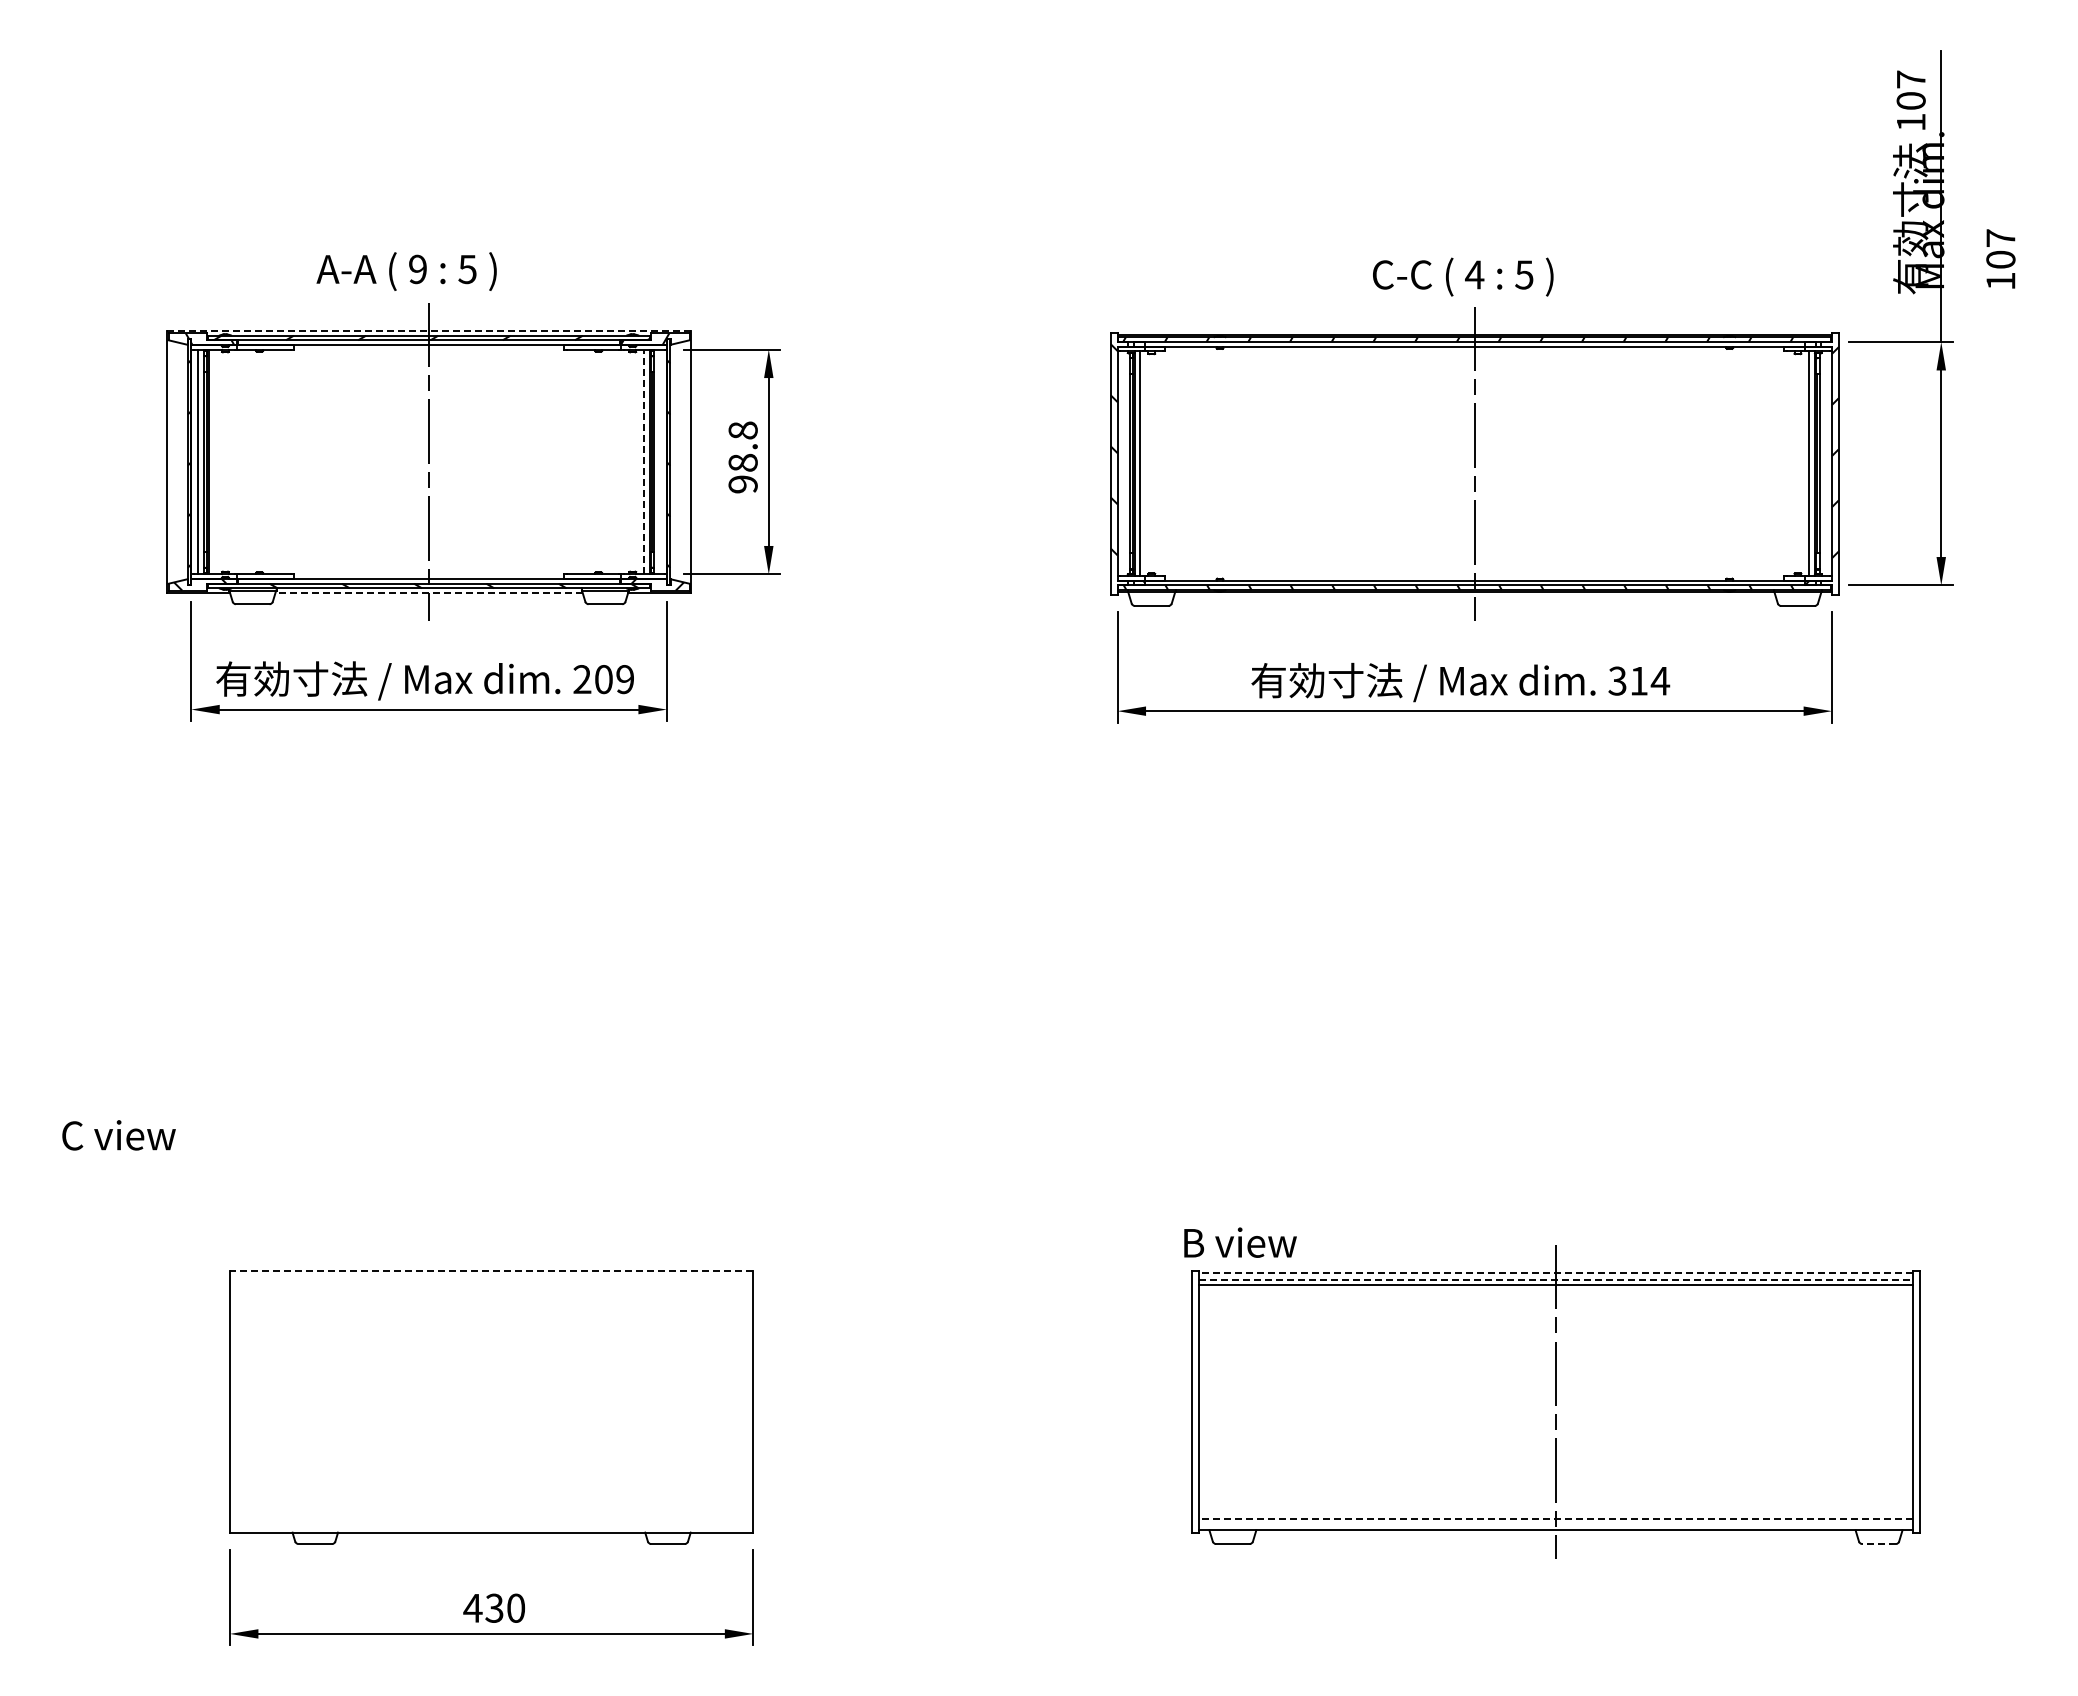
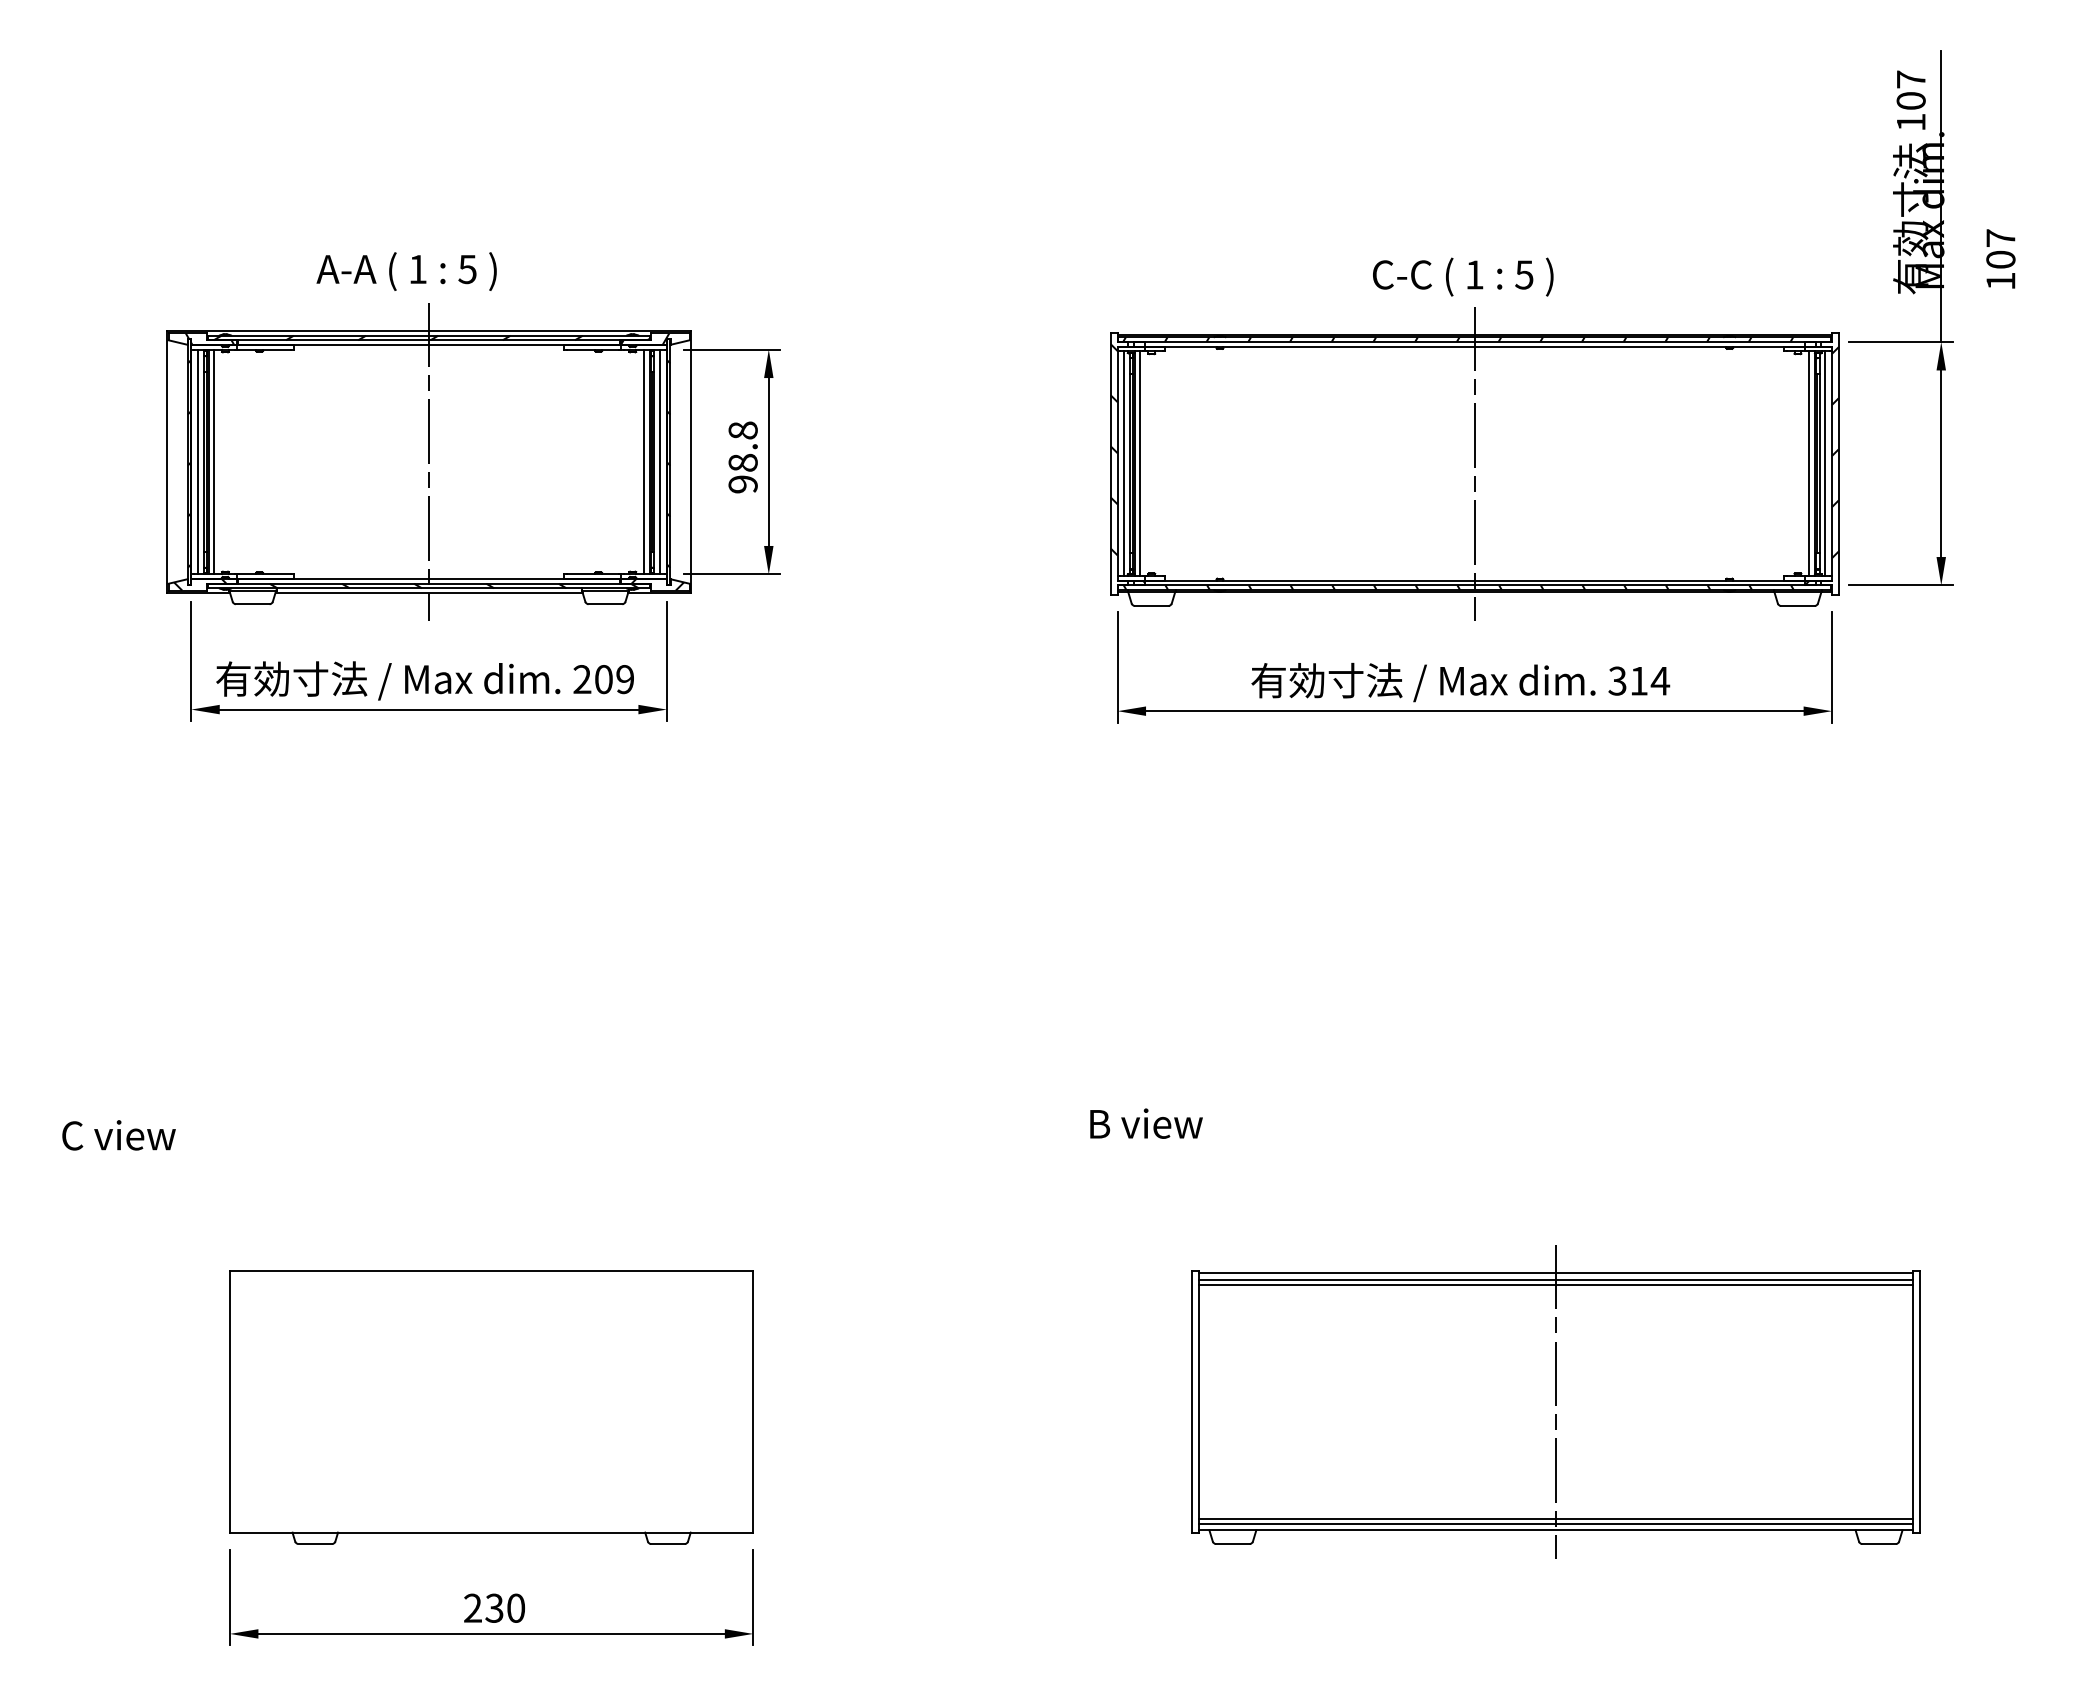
text at (417, 269): 9 -> 1
text at (1474, 274): 4 -> 1
line at (429, 331): dashed -> solid
line at (214, 461): none -> present
line at (644, 461): dashed -> solid
line at (660, 461): none -> present
line at (1124, 463): none -> present
line at (1825, 463): none -> present
line at (429, 592): dashed -> solid
text at (1240, 1242) position: (1240, 1242) -> (1146, 1123)
line at (491, 1270): dashed -> solid
line at (1555, 1273): dashed -> solid
line at (1556, 1280): dashed -> solid
line at (1555, 1518): dashed -> solid
line at (1555, 1523): none -> present
line at (1879, 1544): dashed -> solid
text at (472, 1607): 430 -> 230
